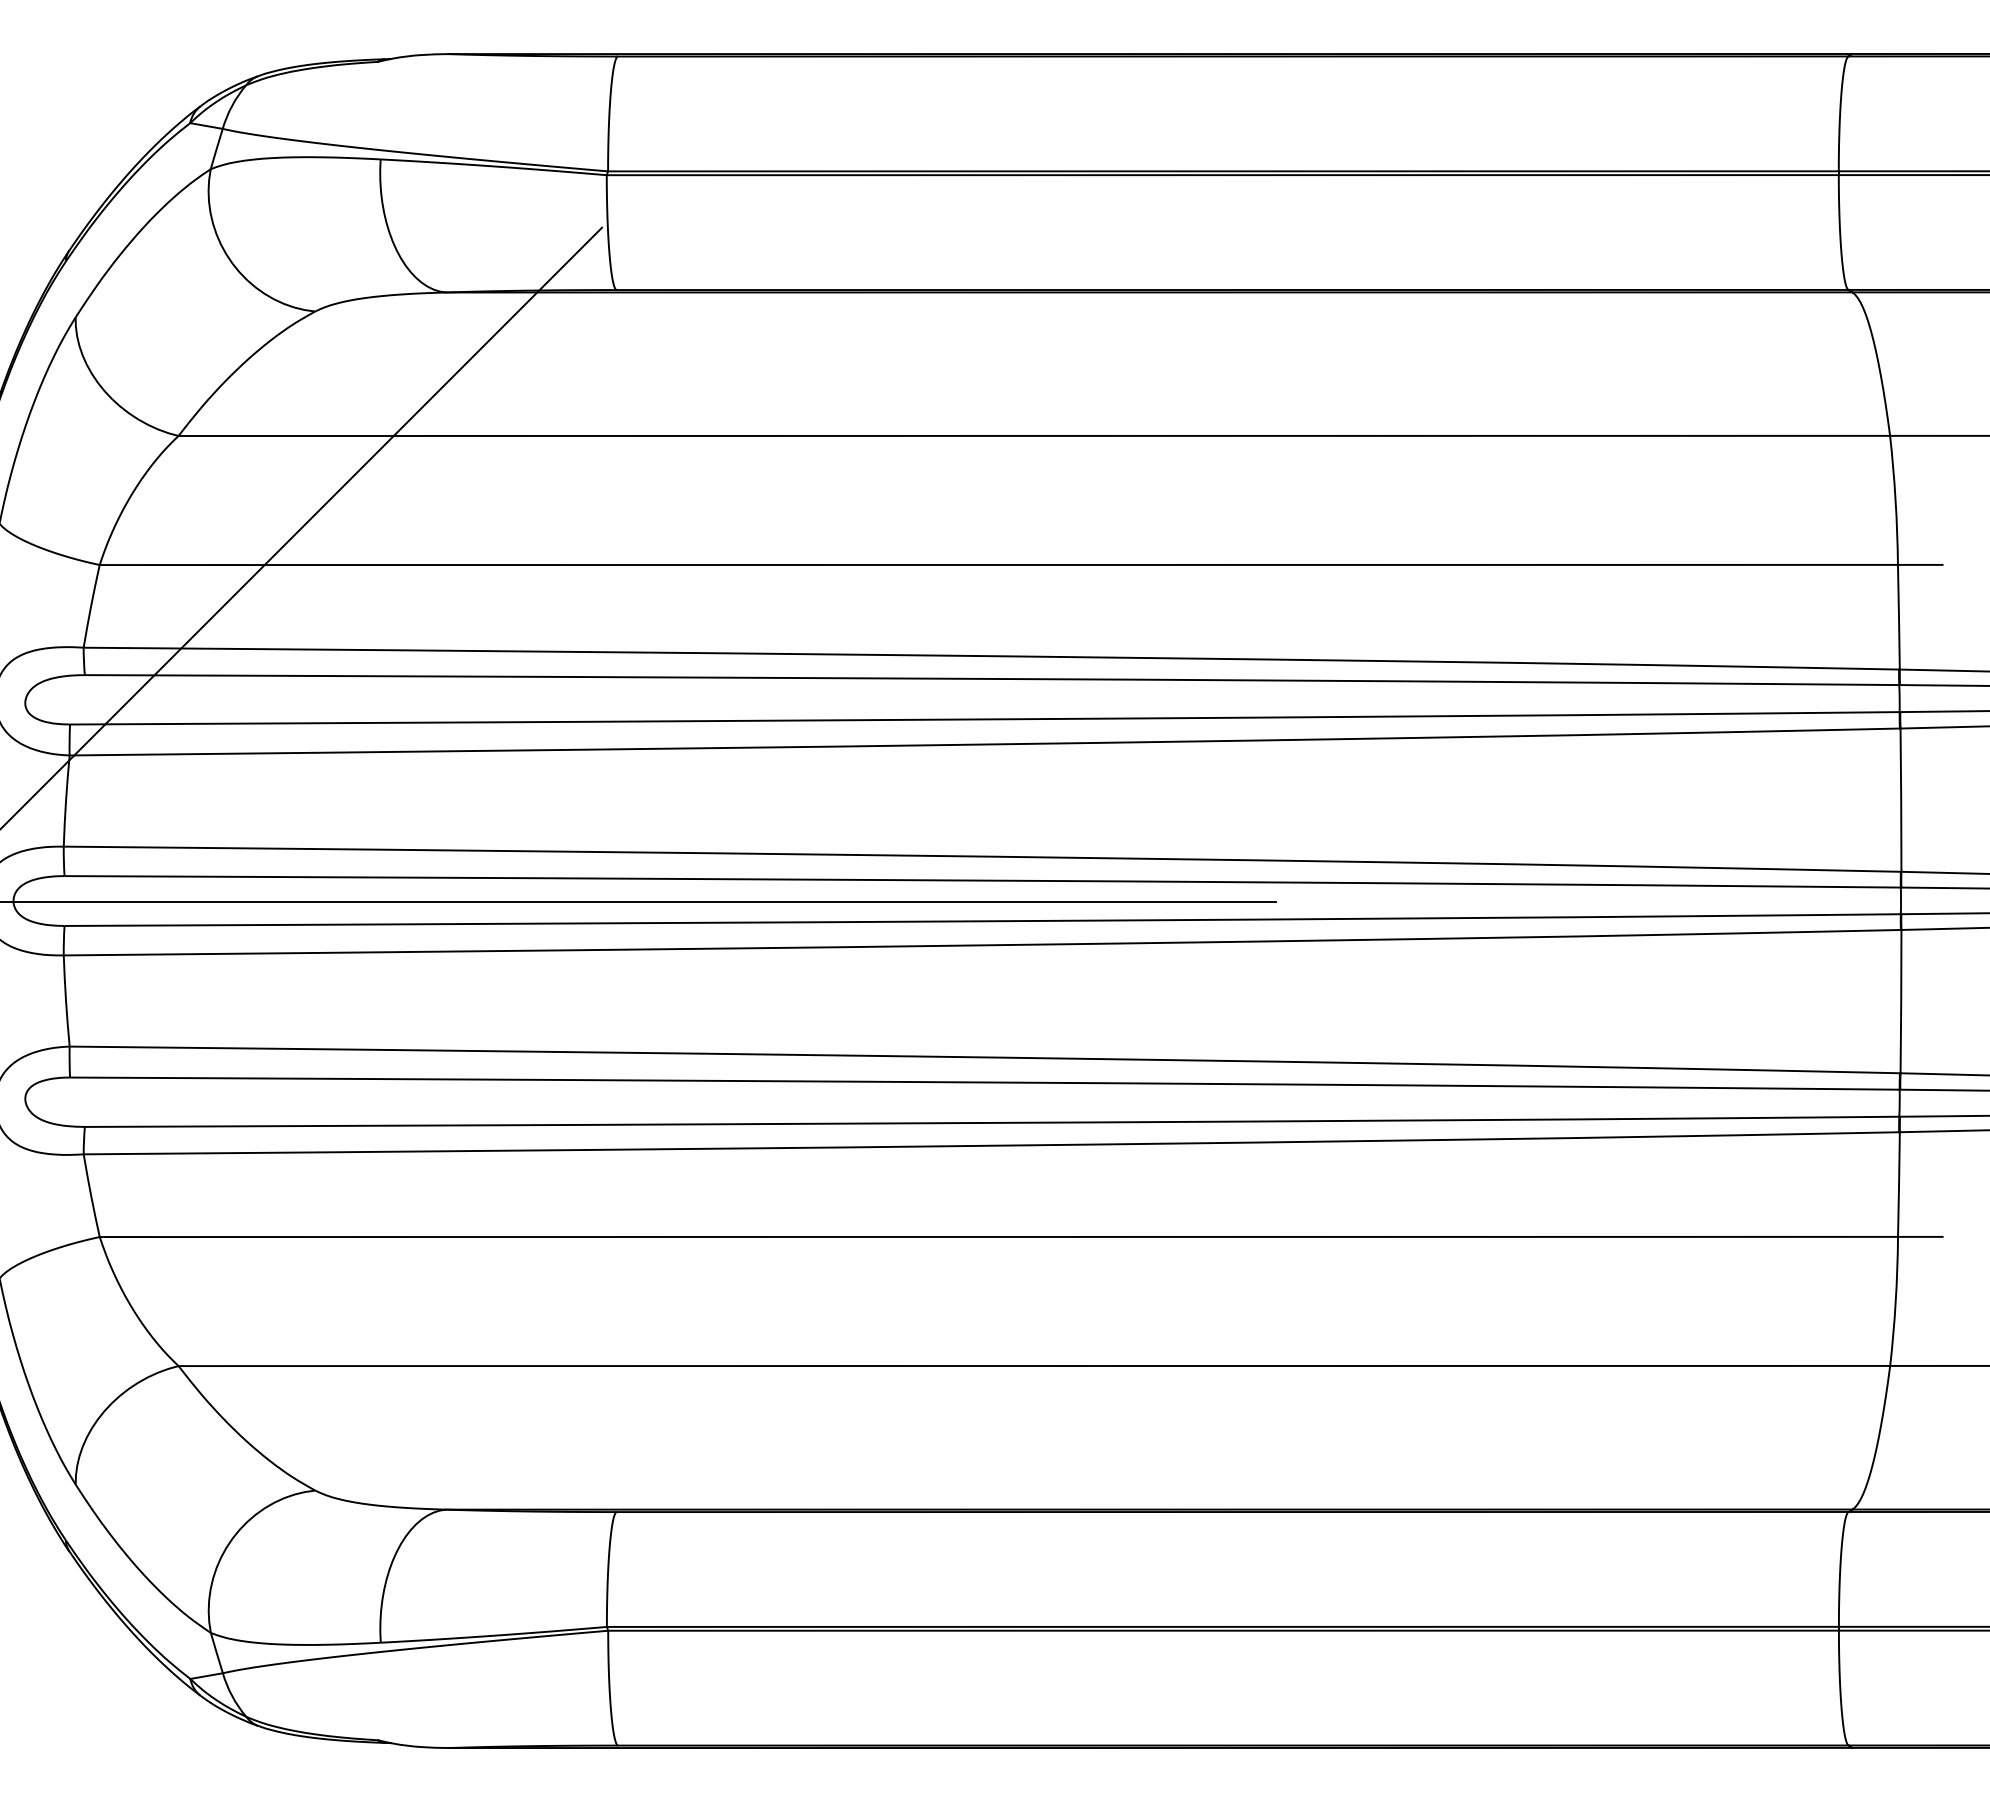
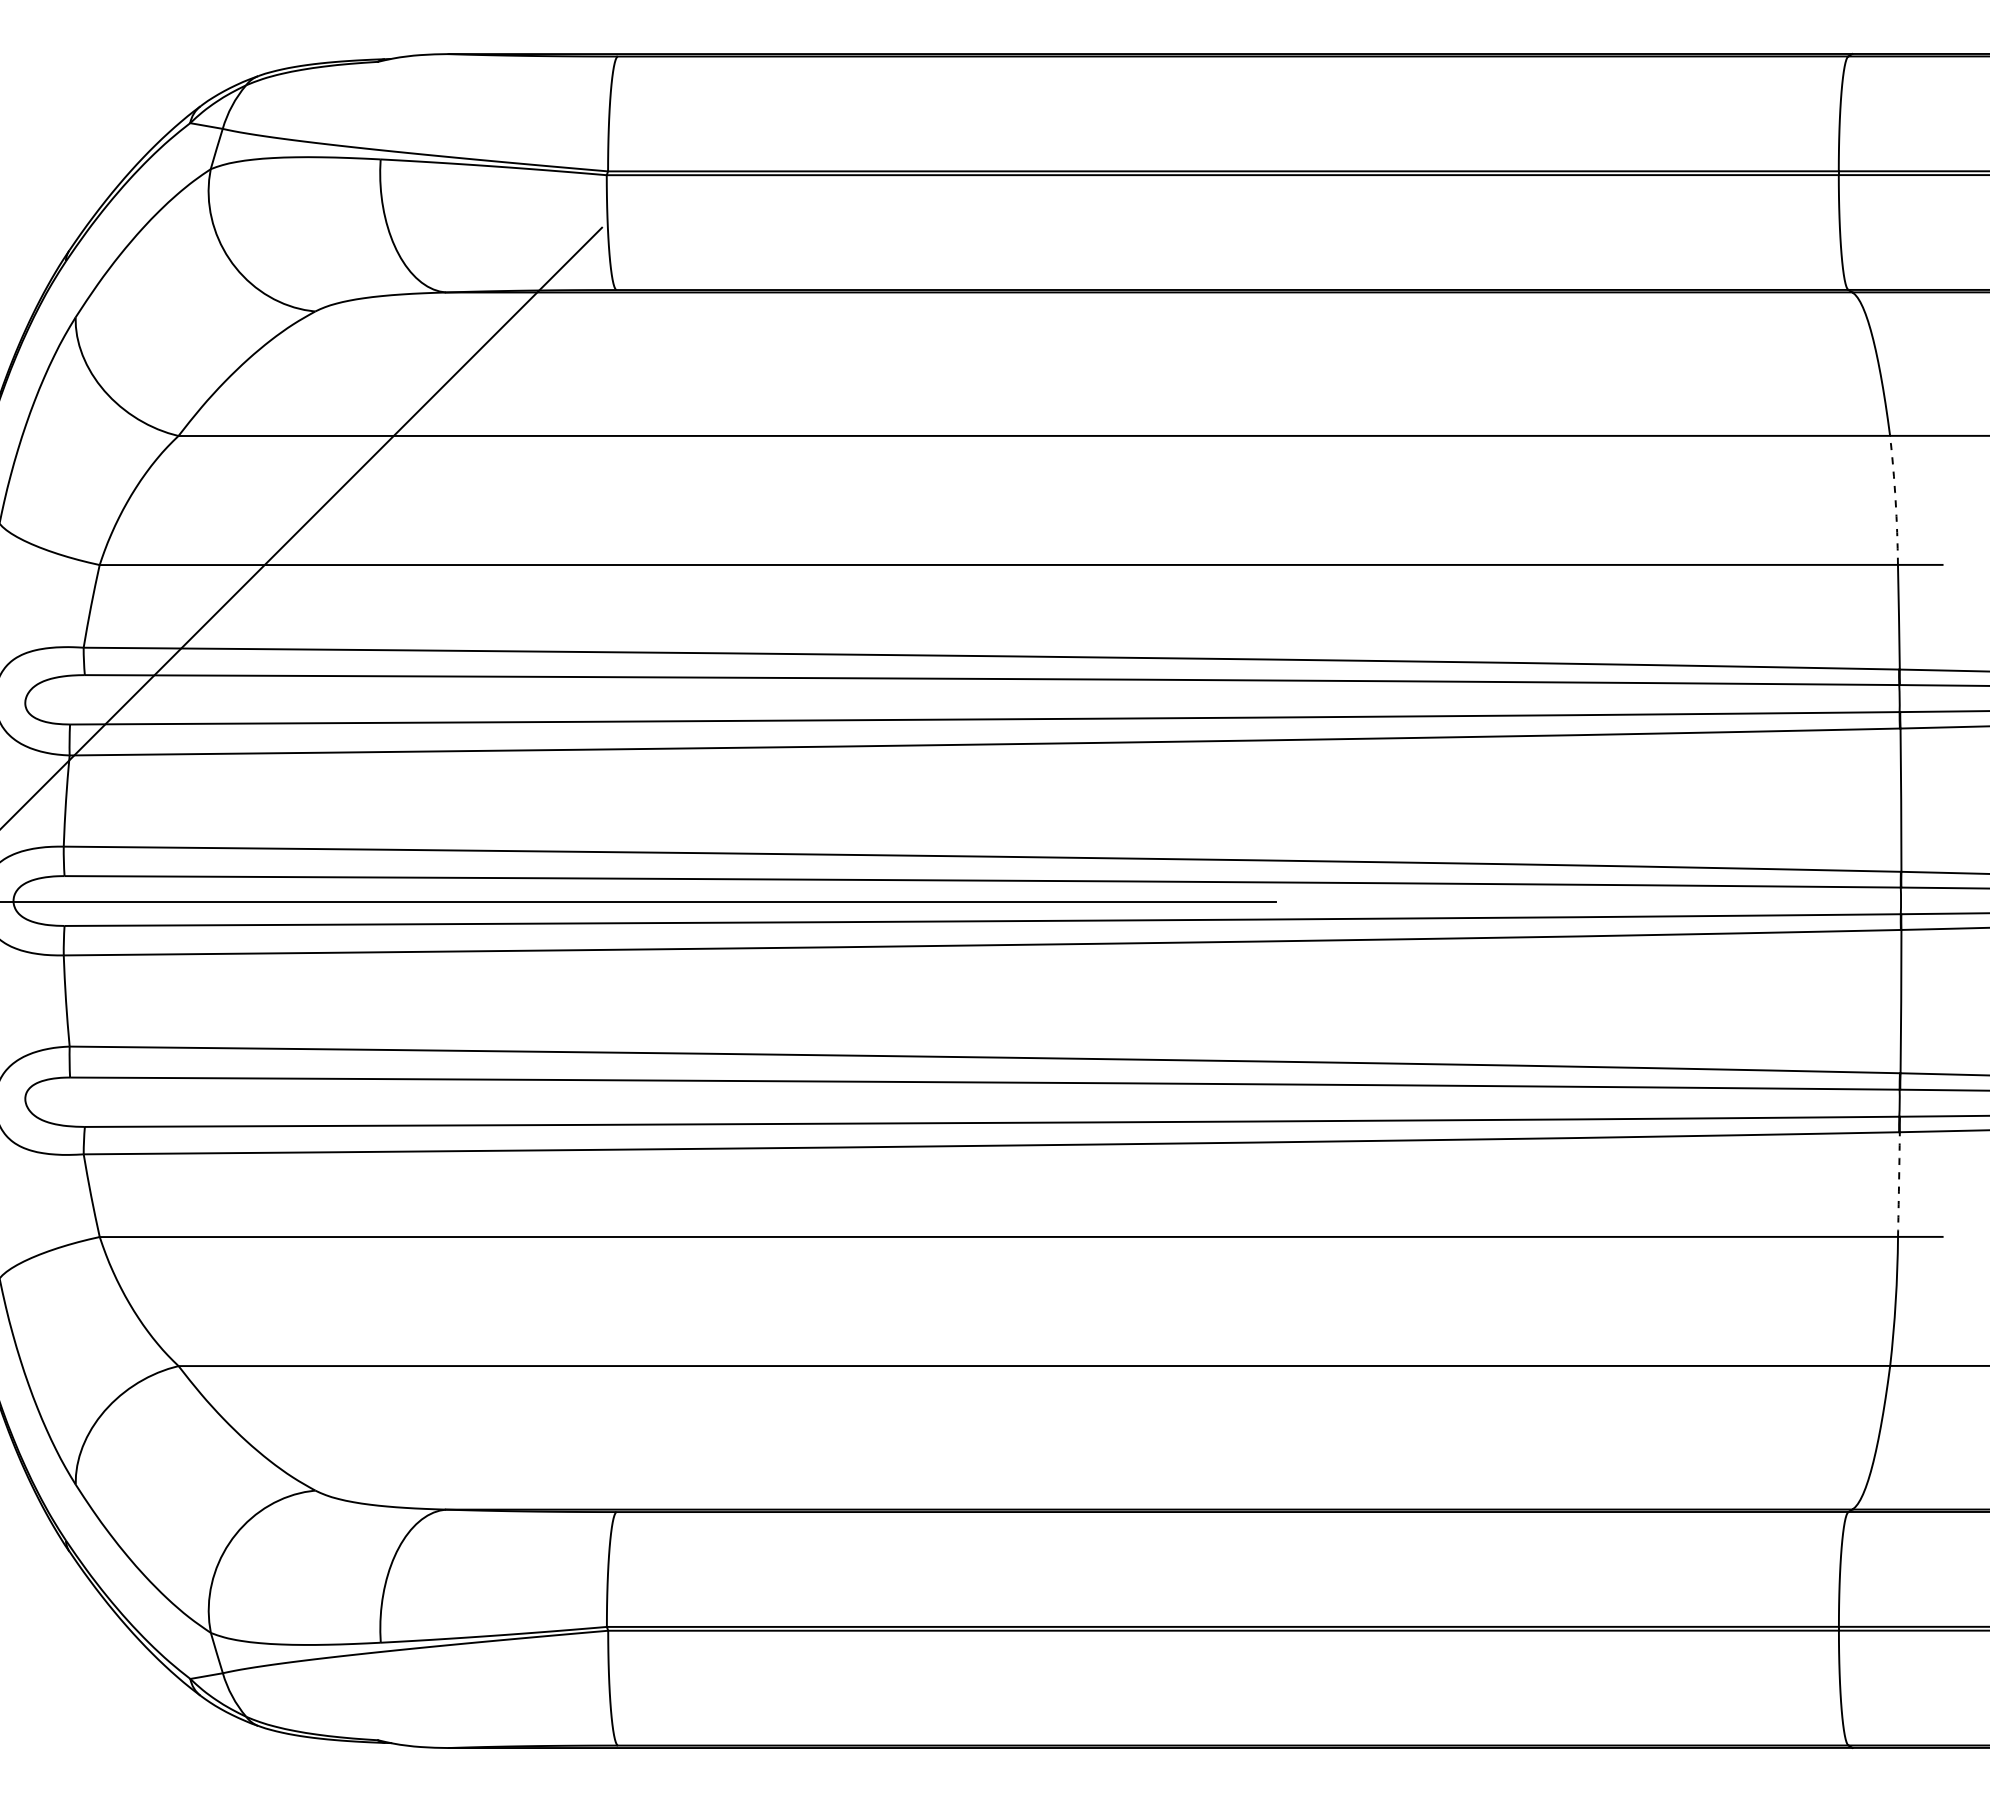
arc at (1895, 500): solid -> dashed
arc at (1899, 1184): solid -> dashed
